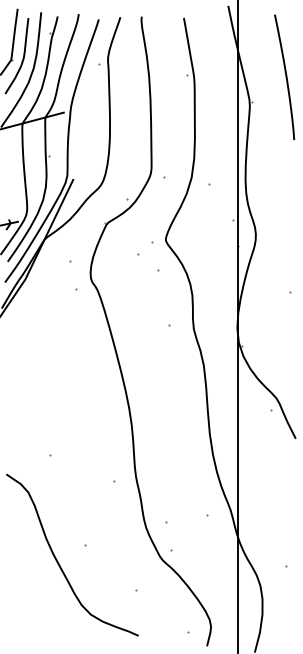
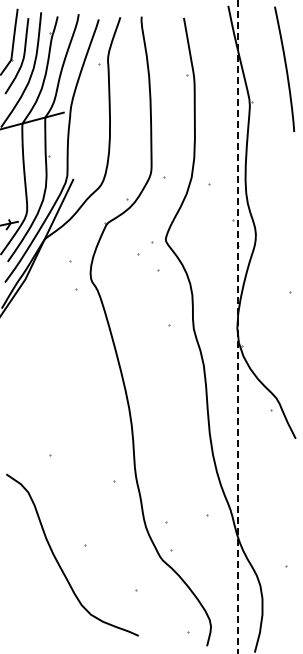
curve at (285, 76) position: (285, 76) -> (285, 68)
line at (237, 326): solid -> dashed
